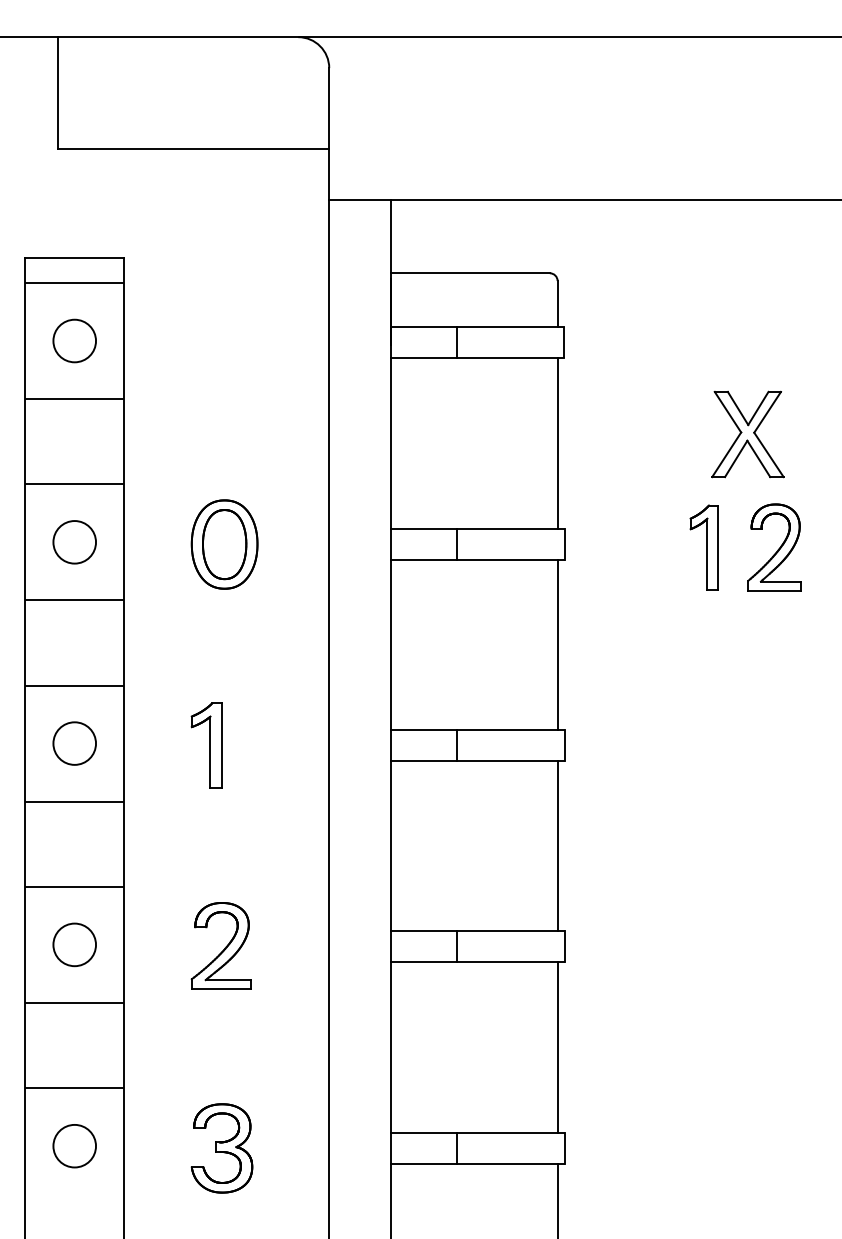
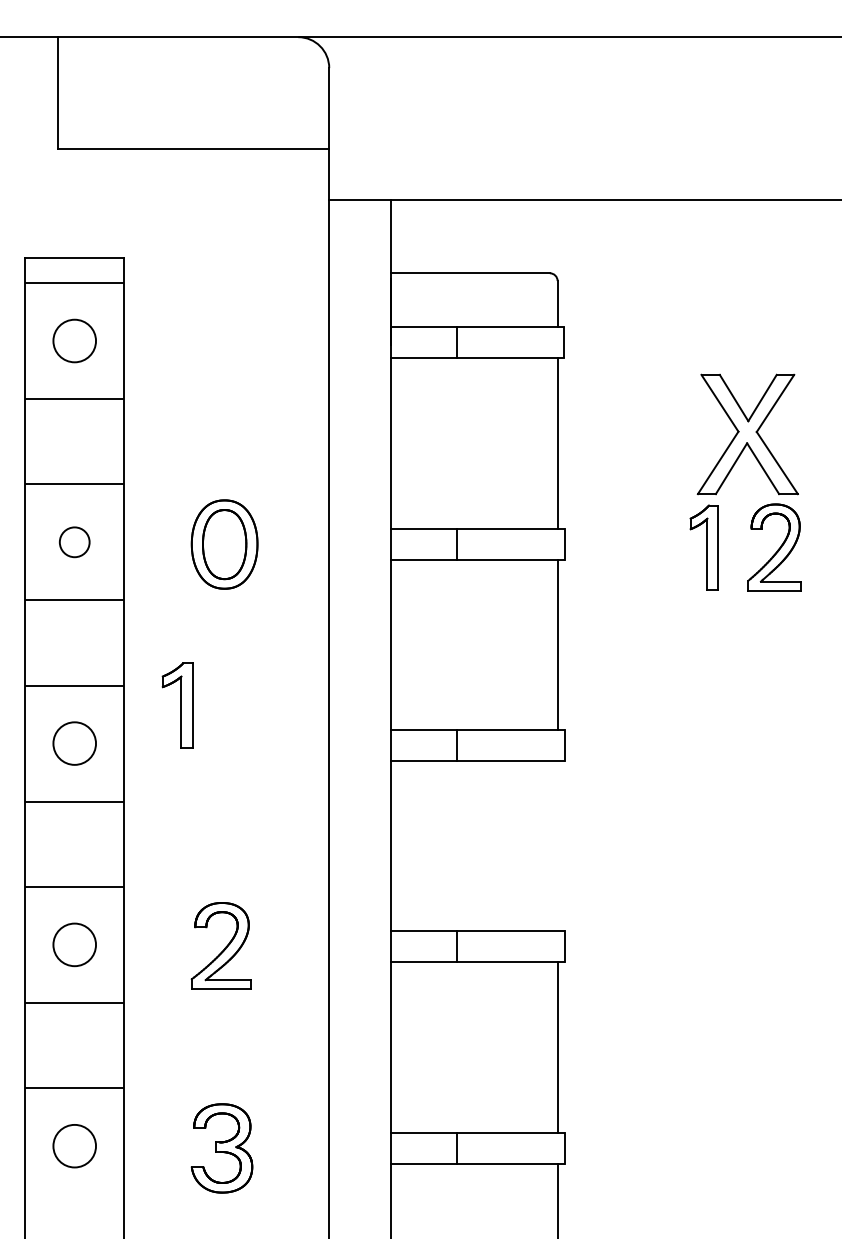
part at (747, 434) size: 74x89 px -> 103x123 px
circle at (74, 542) diameter: 43 px -> 30 px
part at (206, 745) position: (206, 745) -> (177, 705)
line at (557, 846): present -> none
